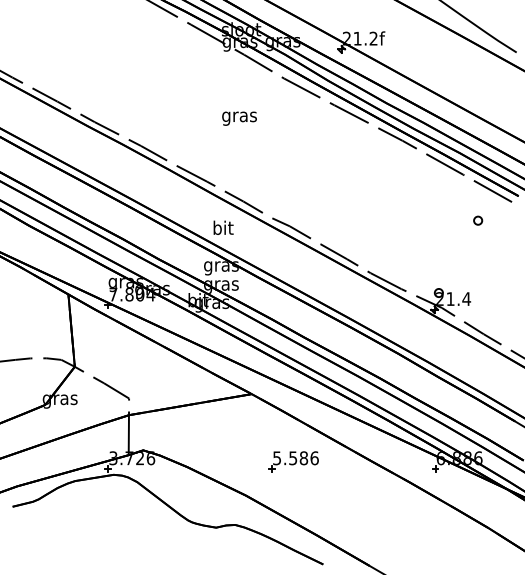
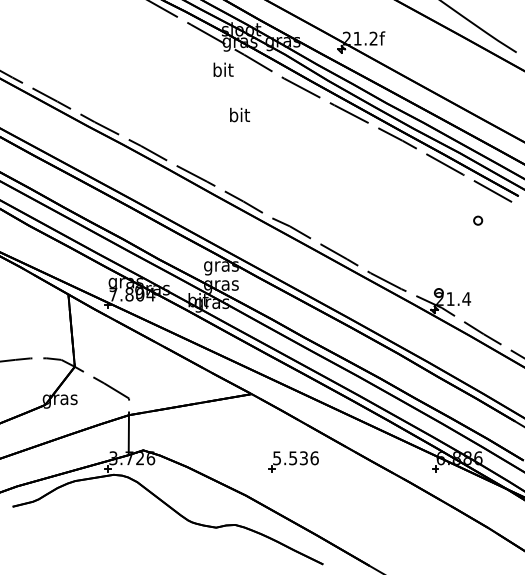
text at (239, 116): gras -> bit
text at (223, 227) position: (223, 227) -> (223, 69)
text at (303, 458): 5.586 -> 5.536
